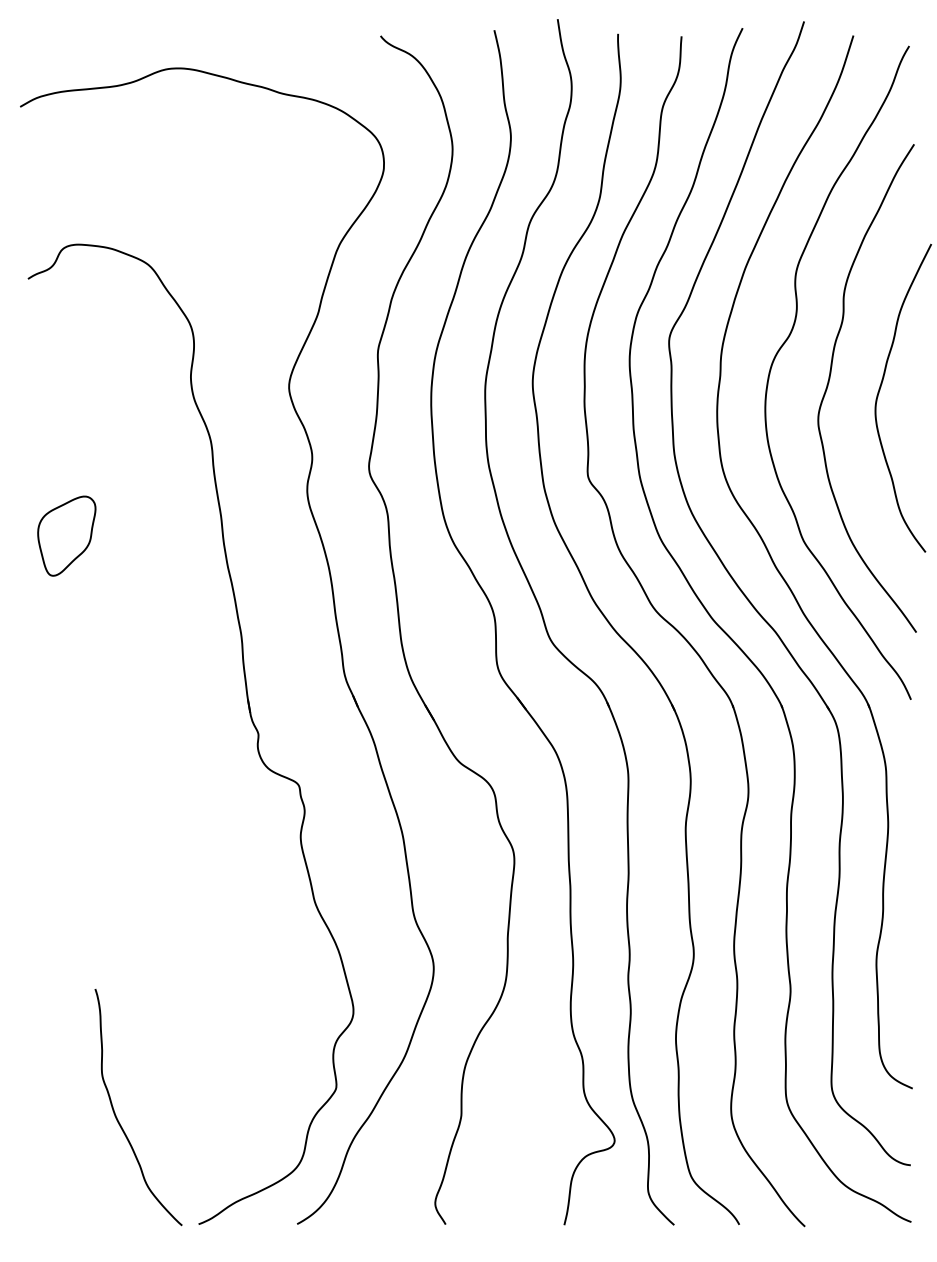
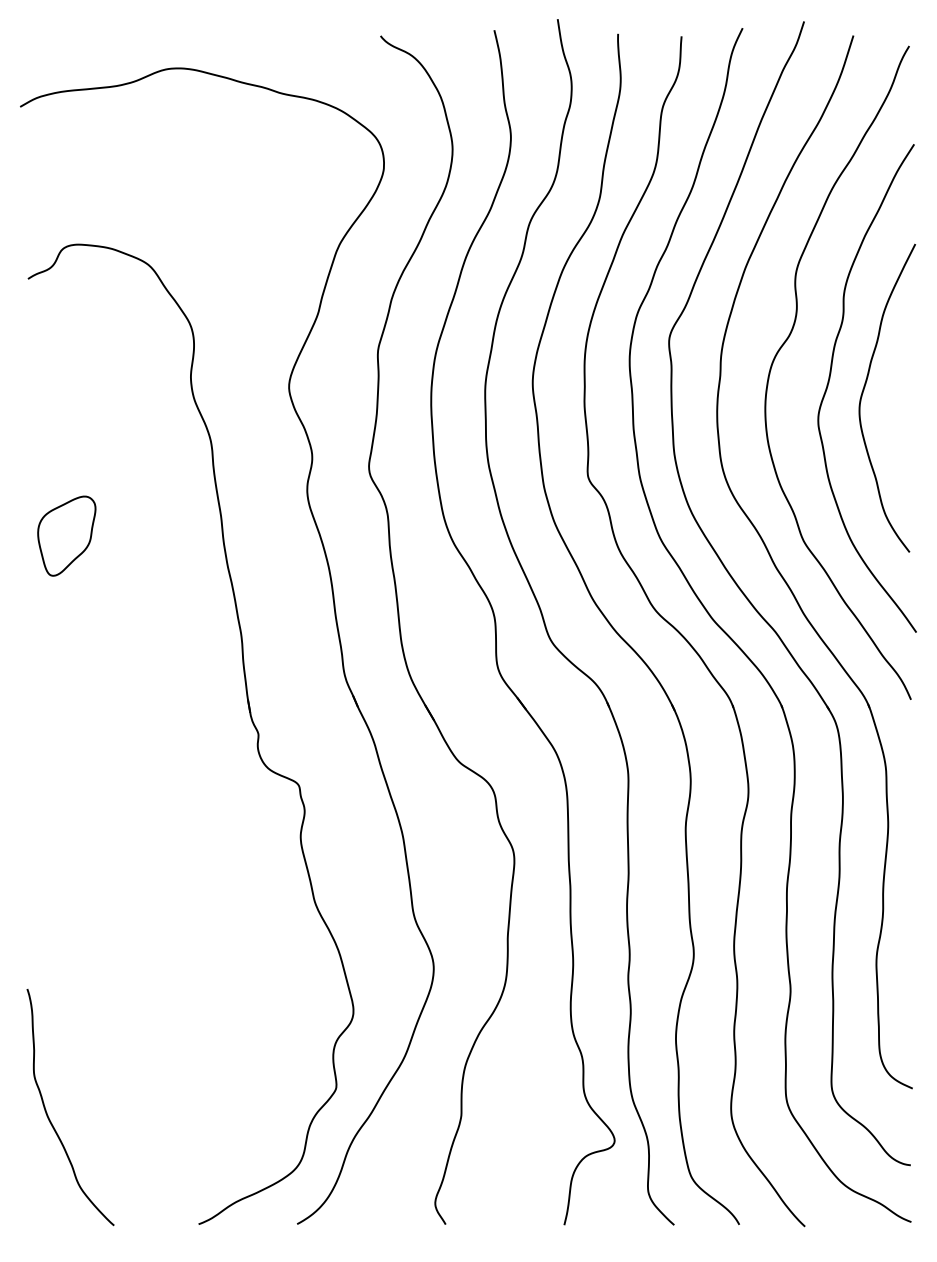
curve at (880, 390) position: (880, 390) -> (864, 390)
curve at (117, 1117) position: (117, 1117) -> (49, 1117)
